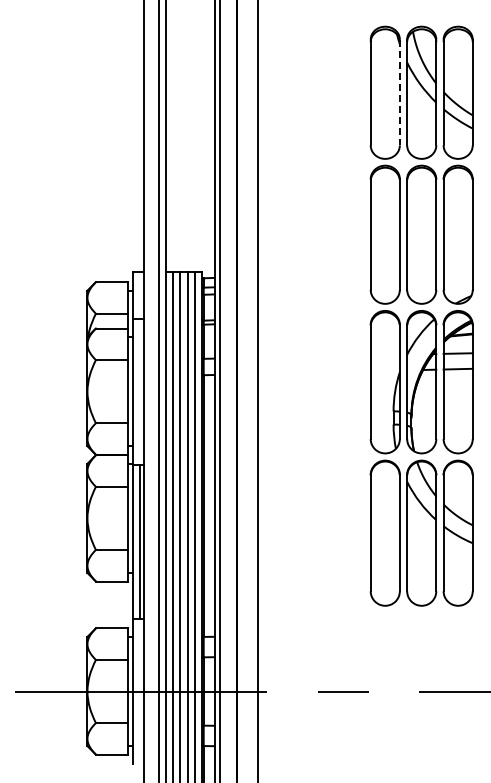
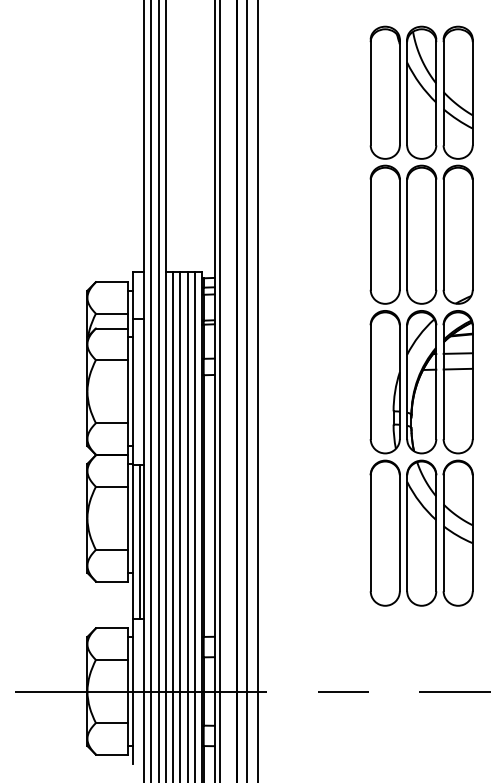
line at (399, 92): dashed -> solid
line at (151, 390): none -> present
line at (247, 390): none -> present
